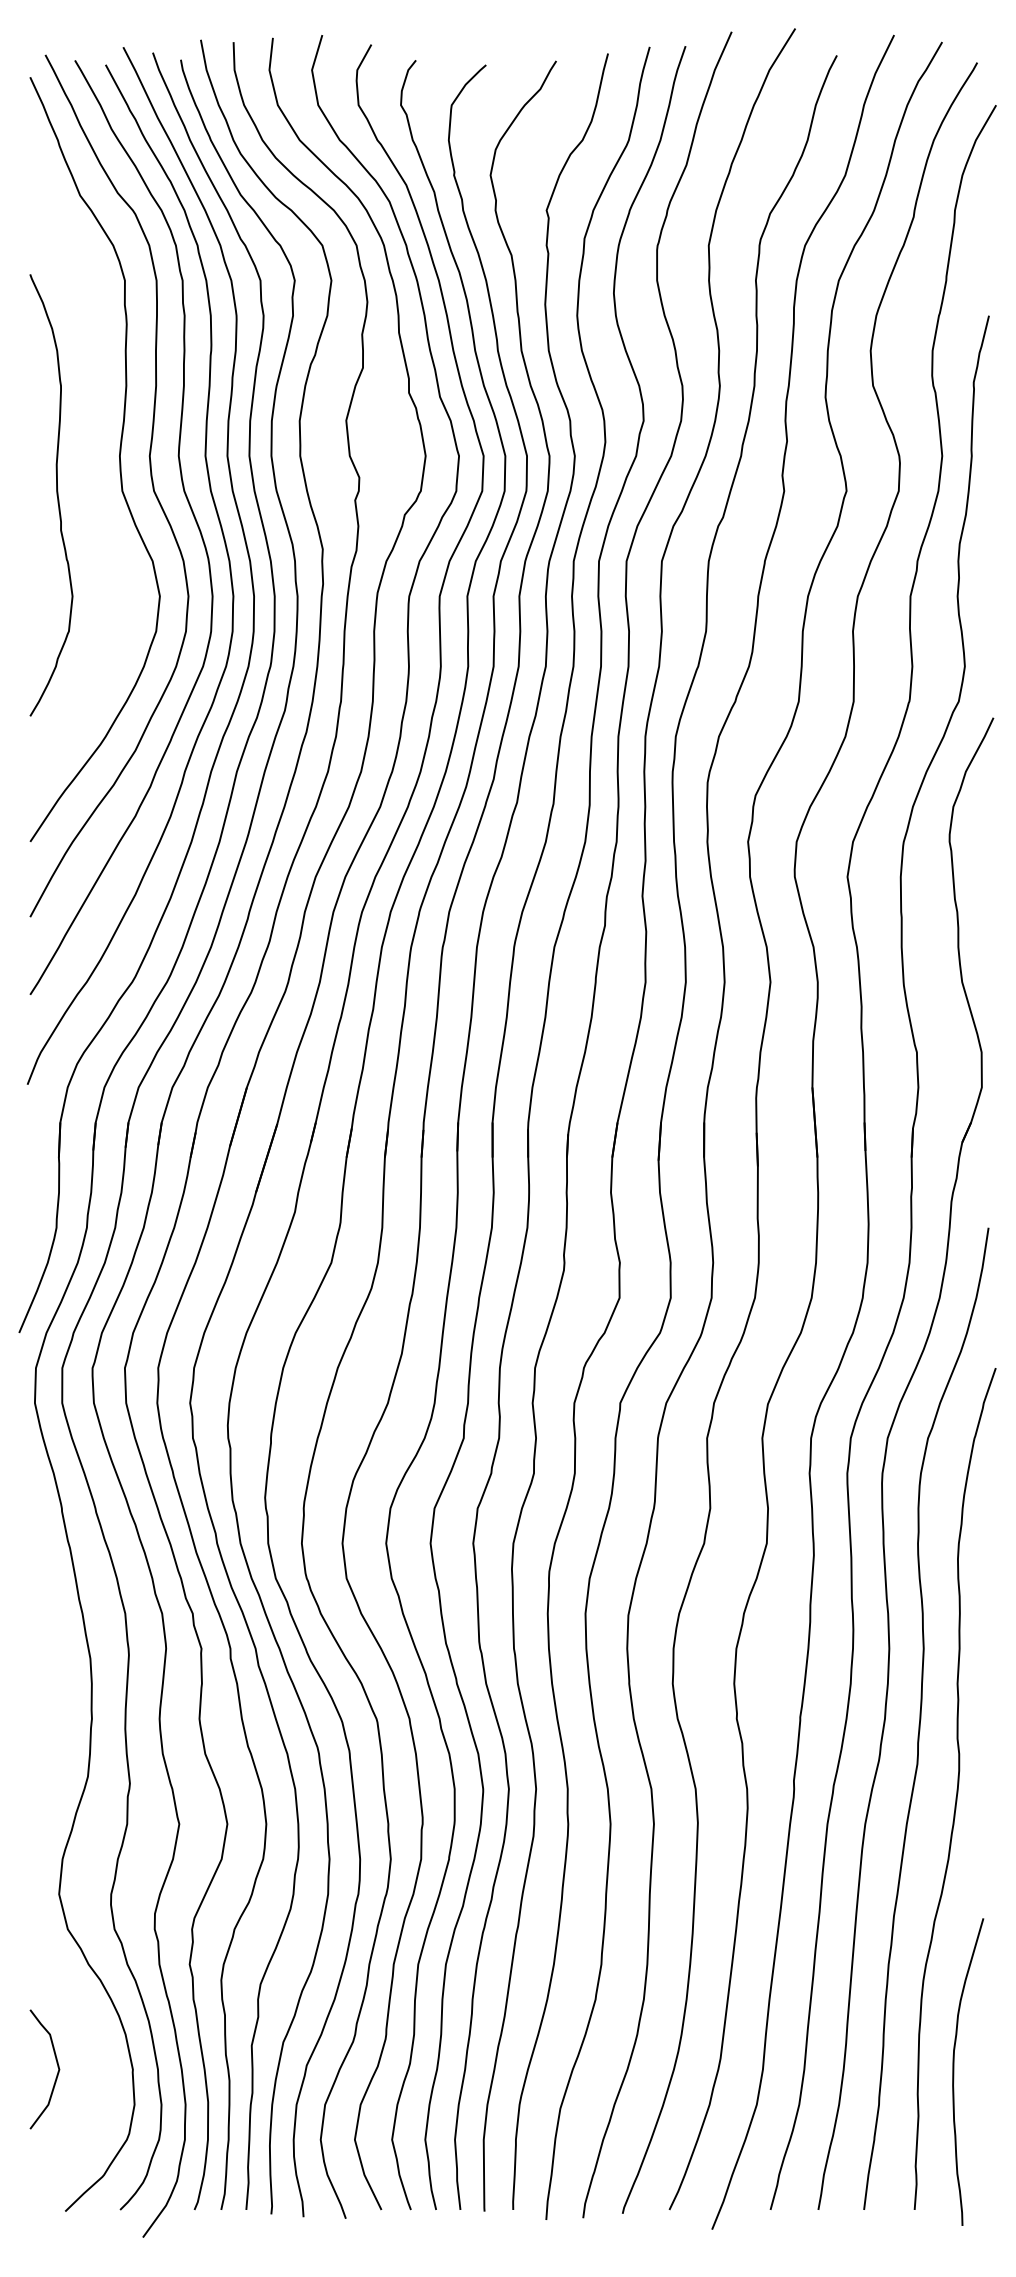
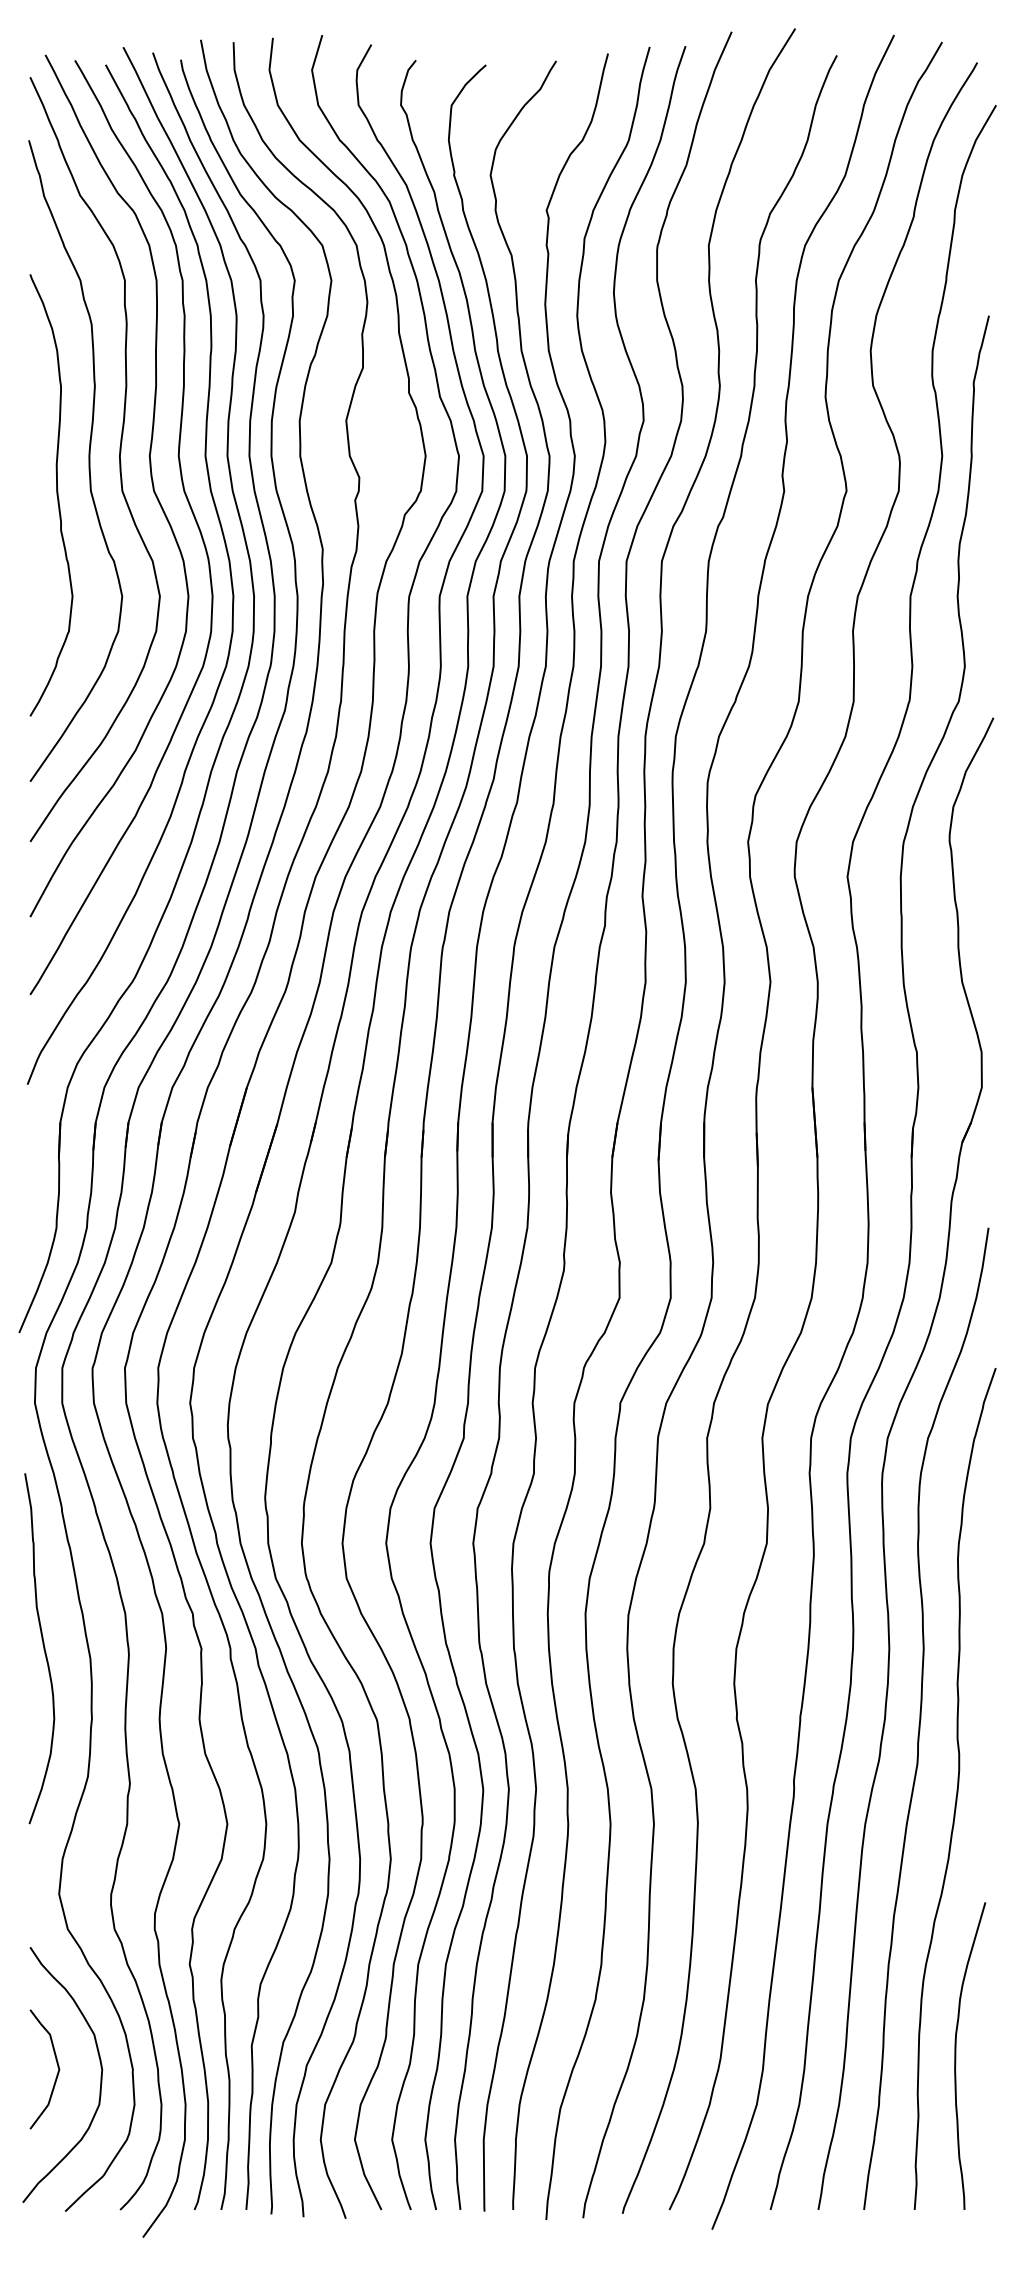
curve at (88, 460): none -> present
curve at (43, 1648): none -> present
curve at (954, 2071) position: (954, 2071) -> (956, 2055)
curve at (100, 2075): none -> present
